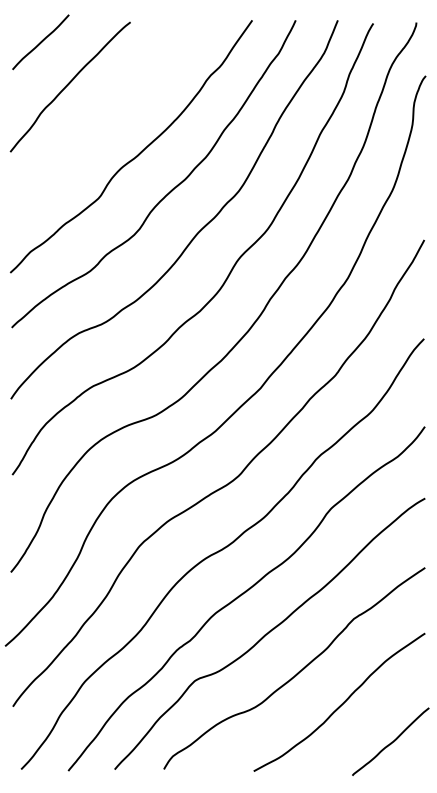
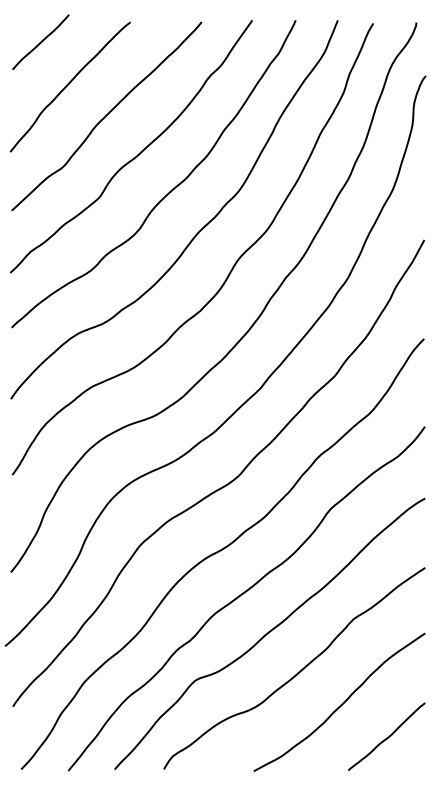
curve at (106, 116): none -> present
curve at (390, 742) position: (390, 742) -> (386, 737)
